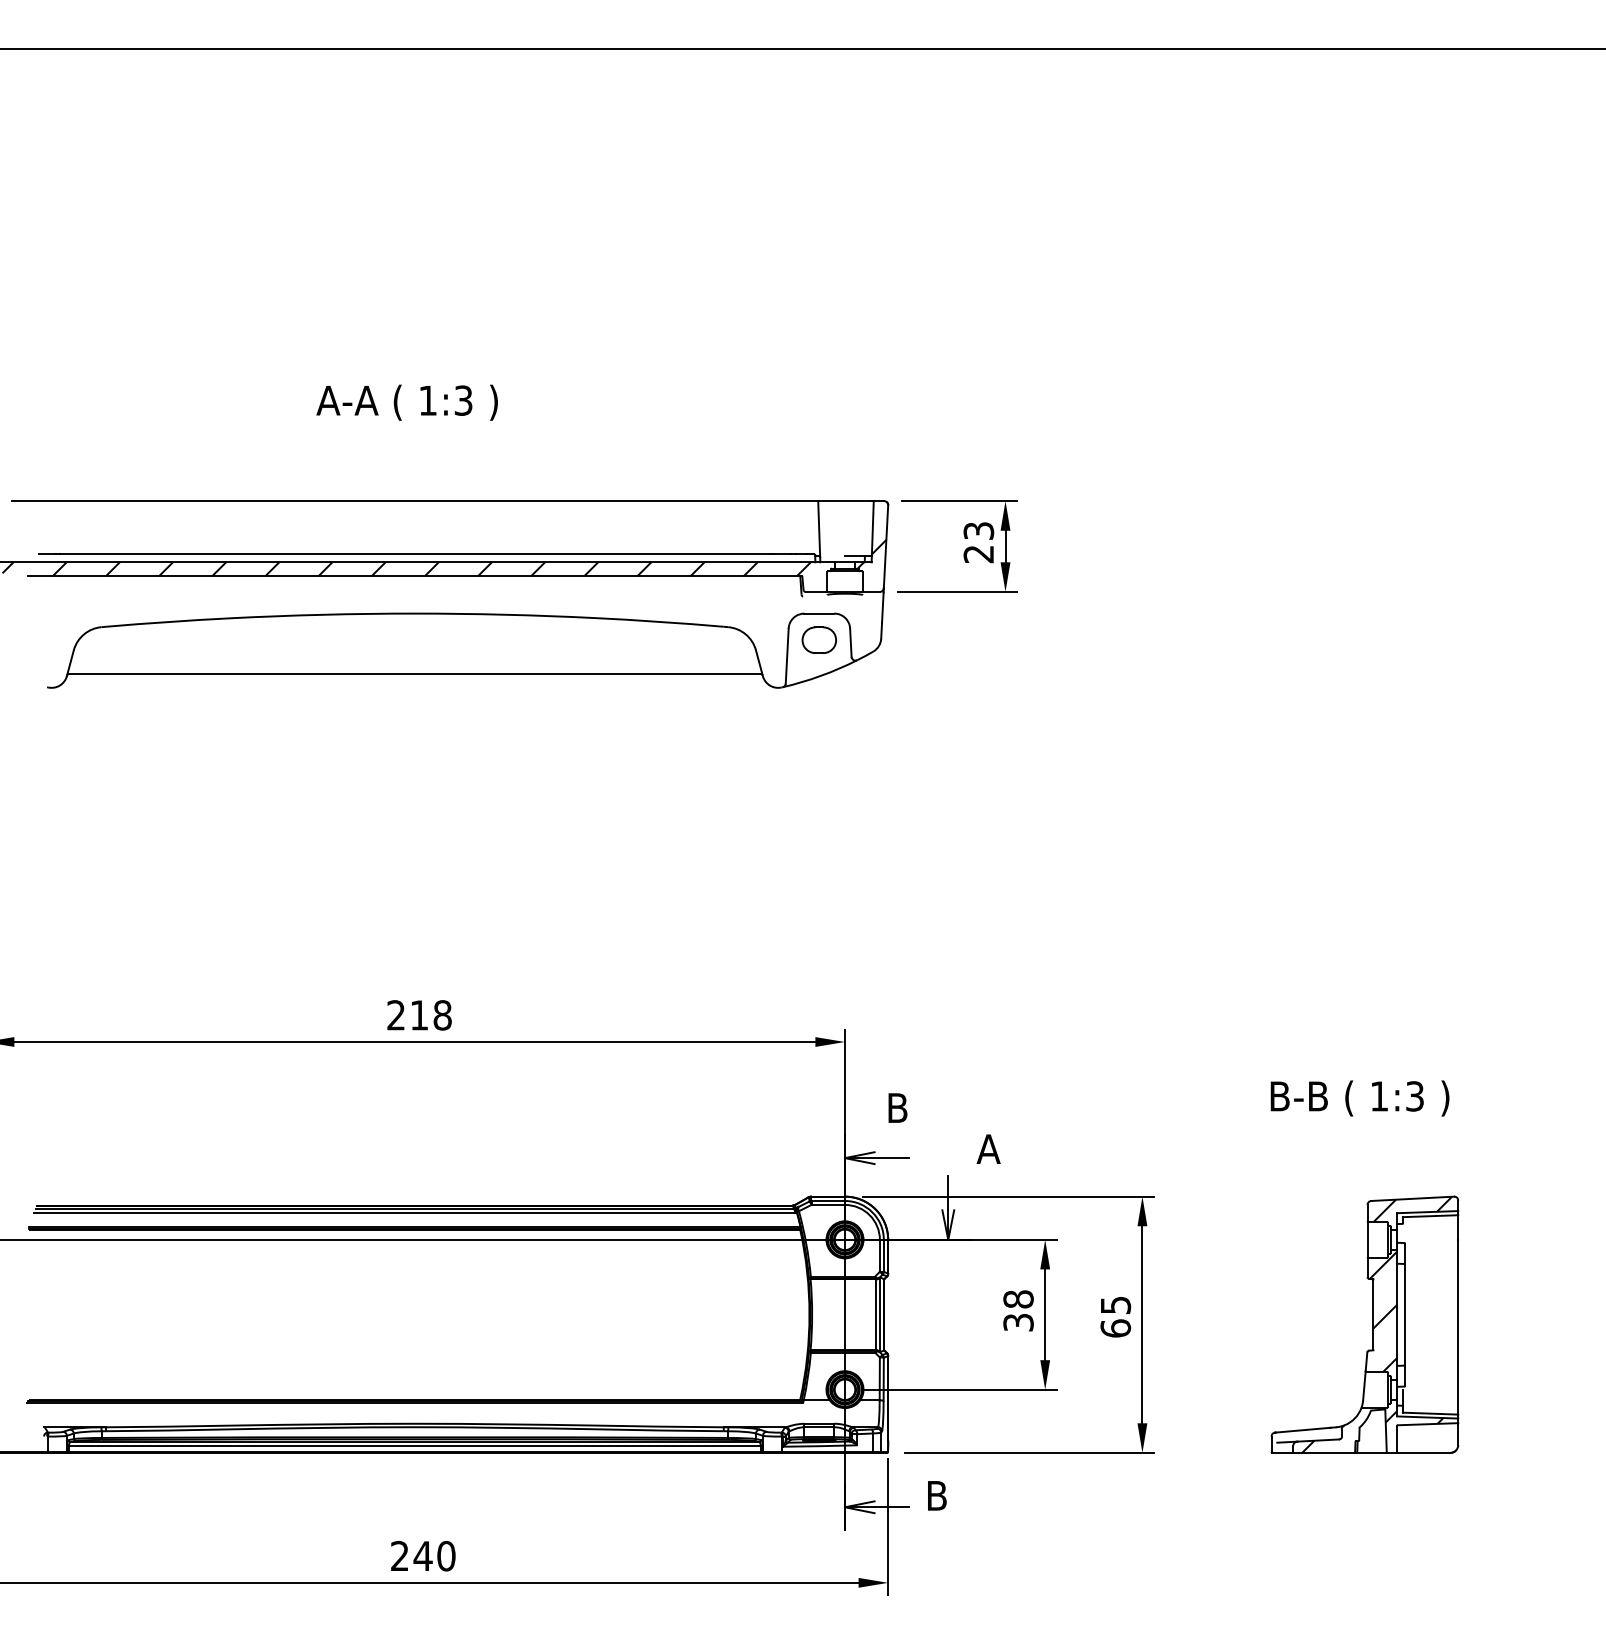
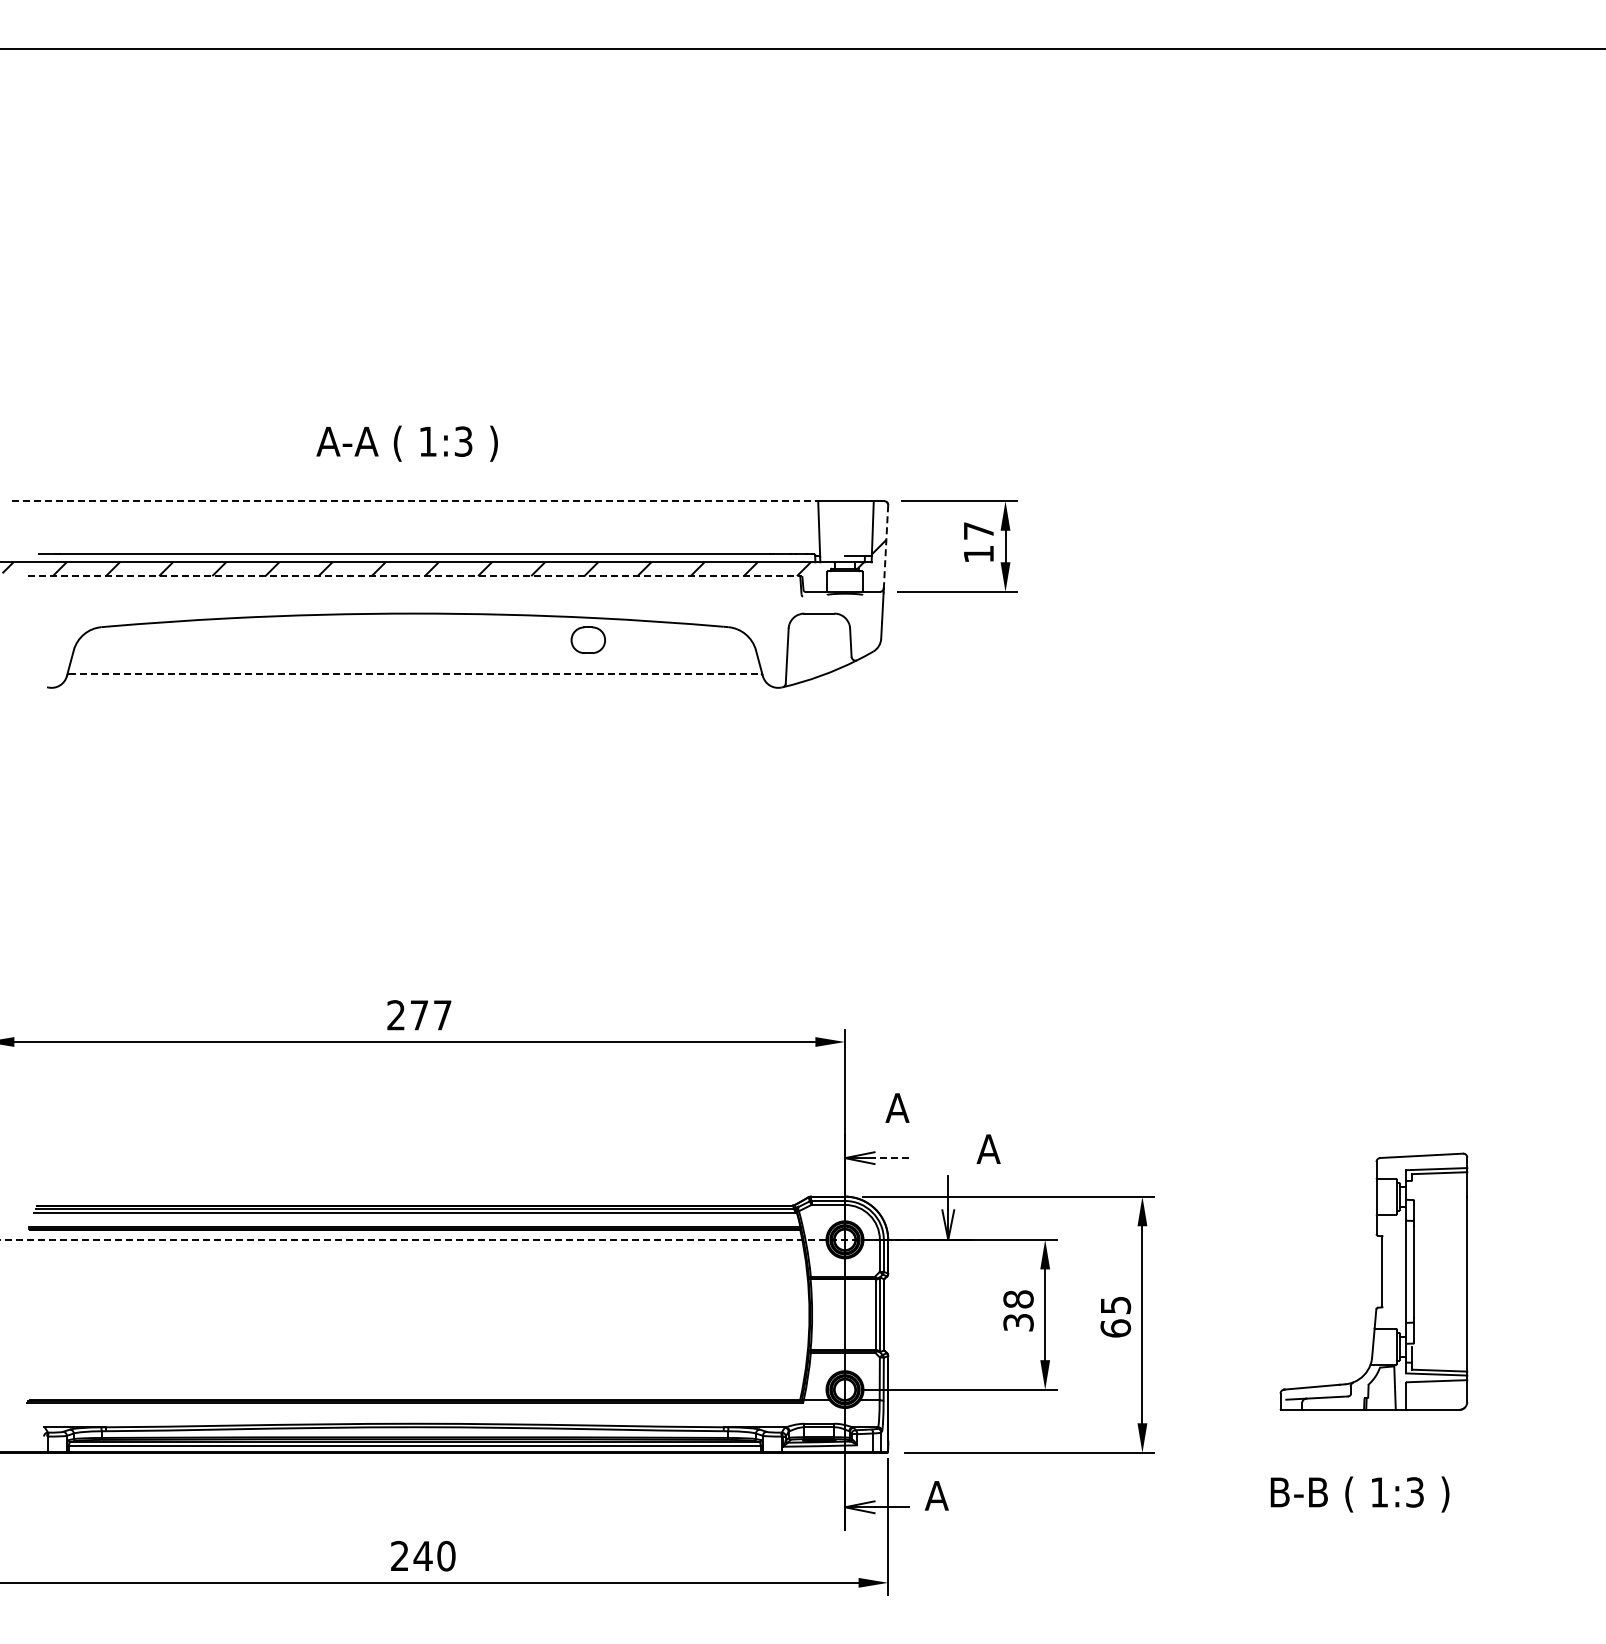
text at (406, 402) position: (406, 402) -> (406, 443)
line at (414, 501): solid -> dashed
text at (978, 542): 23 -> 17
line at (886, 547): solid -> dashed
line at (415, 576): solid -> dashed
part at (818, 639) position: (818, 639) -> (587, 639)
line at (414, 674): solid -> dashed
text at (431, 1015): 218 -> 277
text at (1359, 1098) position: (1359, 1098) -> (1359, 1494)
text at (897, 1107): B -> A
line at (891, 1158): solid -> dashed
line at (485, 1239): solid -> dashed
part at (1372, 1324) position: (1372, 1324) -> (1381, 1281)
text at (936, 1495): B -> A
